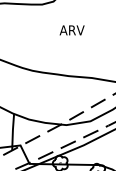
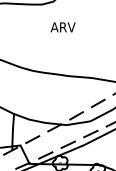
text at (71, 30) position: (71, 30) -> (62, 27)
